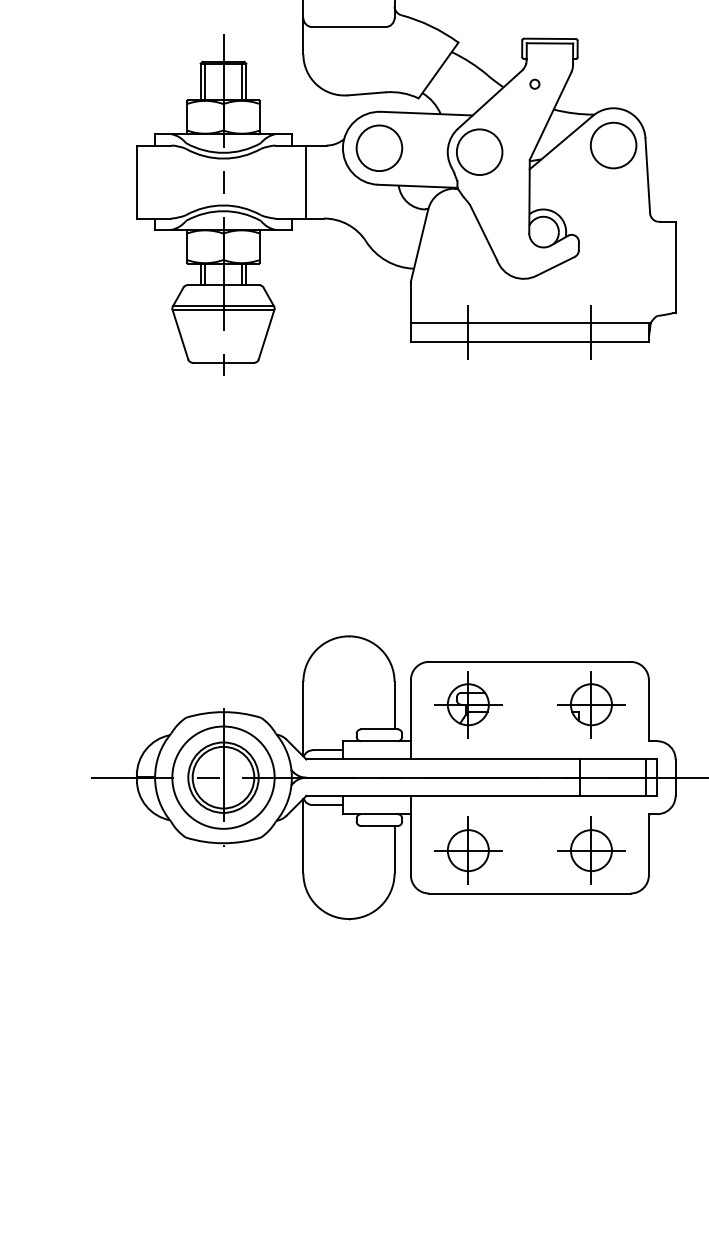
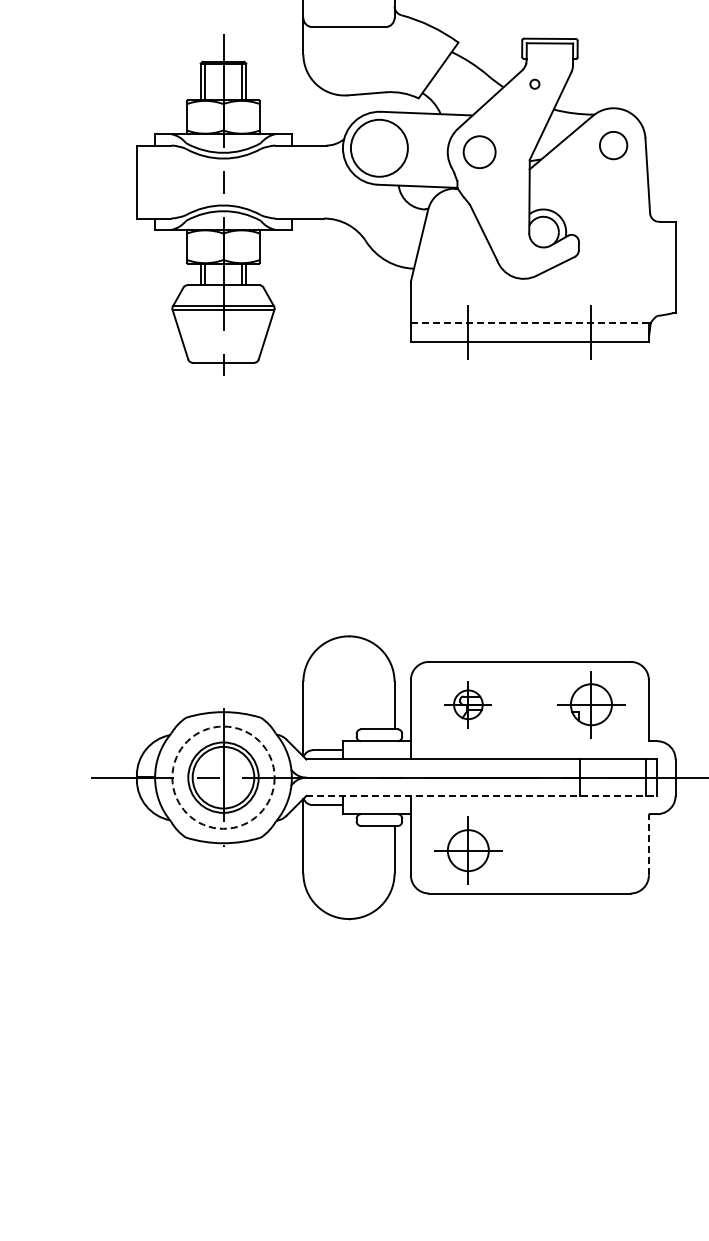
circle at (613, 145) diameter: 46 px -> 27 px
circle at (379, 148) diameter: 46 px -> 57 px
circle at (479, 152) diameter: 46 px -> 32 px
line at (306, 181): present -> none
line at (529, 323): solid -> dashed
part at (468, 704) size: 69x68 px -> 48x48 px
circle at (223, 777): solid -> dashed
line at (482, 795): solid -> dashed
line at (648, 844): solid -> dashed
part at (591, 850): present -> none
